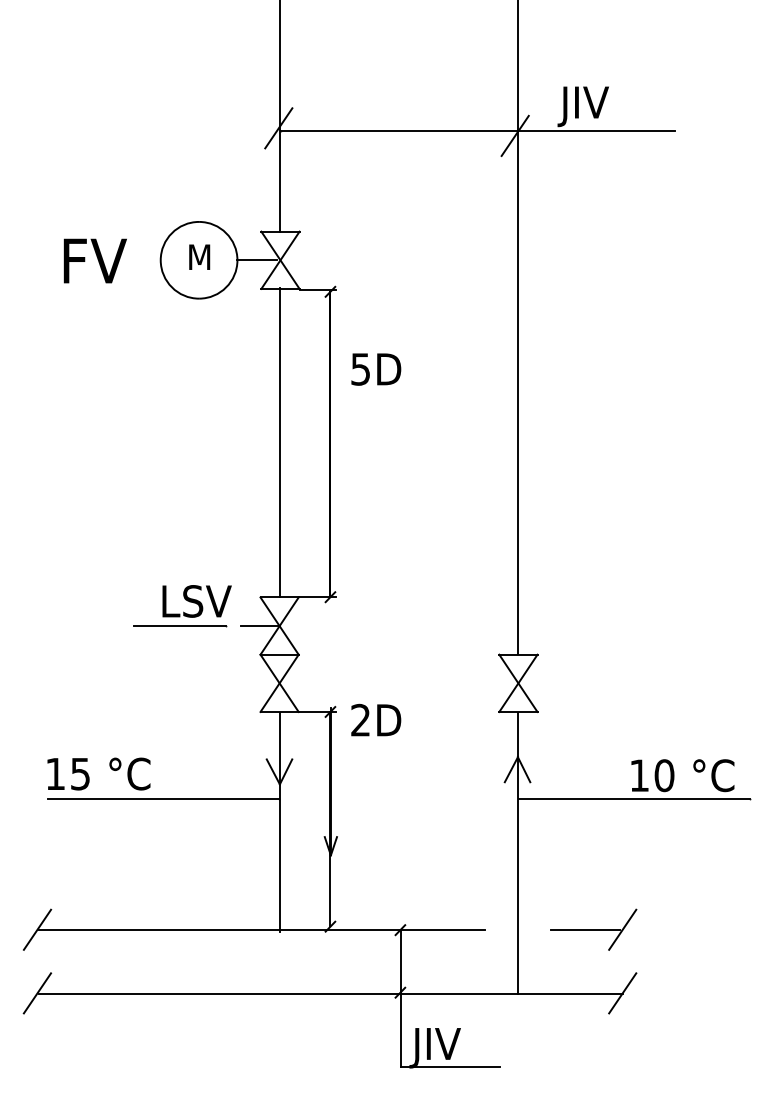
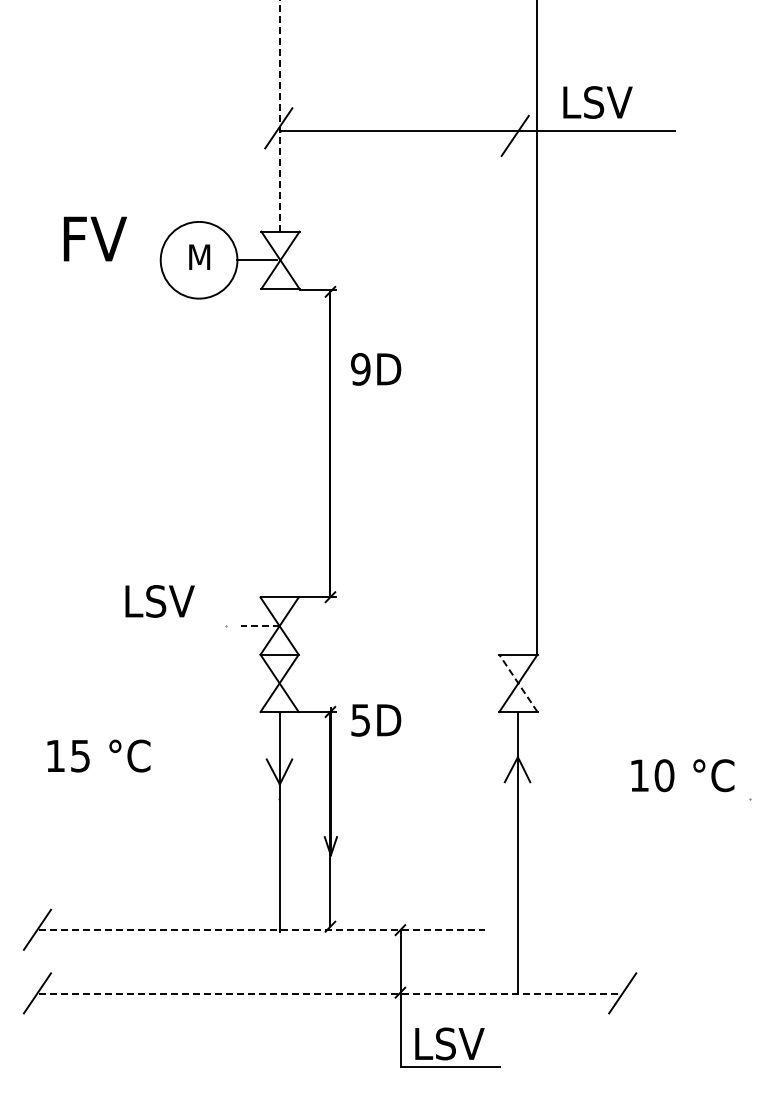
text at (594, 106): JIV -> LSV
line at (279, 115): solid -> dashed
text at (94, 260) position: (94, 260) -> (94, 238)
line at (518, 327) position: (518, 327) -> (537, 327)
text at (360, 369): 5D -> 9D
line at (279, 442): present -> none
text at (196, 601) position: (196, 601) -> (159, 601)
line at (179, 626): present -> none
line at (260, 626): solid -> dashed
line at (518, 682): solid -> dashed
text at (360, 719): 2D -> 5D
text at (98, 773) position: (98, 773) -> (98, 755)
line at (163, 798): present -> none
line at (634, 798): present -> none
part at (593, 929): present -> none
line at (262, 930): solid -> dashed
line at (330, 993): solid -> dashed
text at (446, 1047): JIV -> LSV
